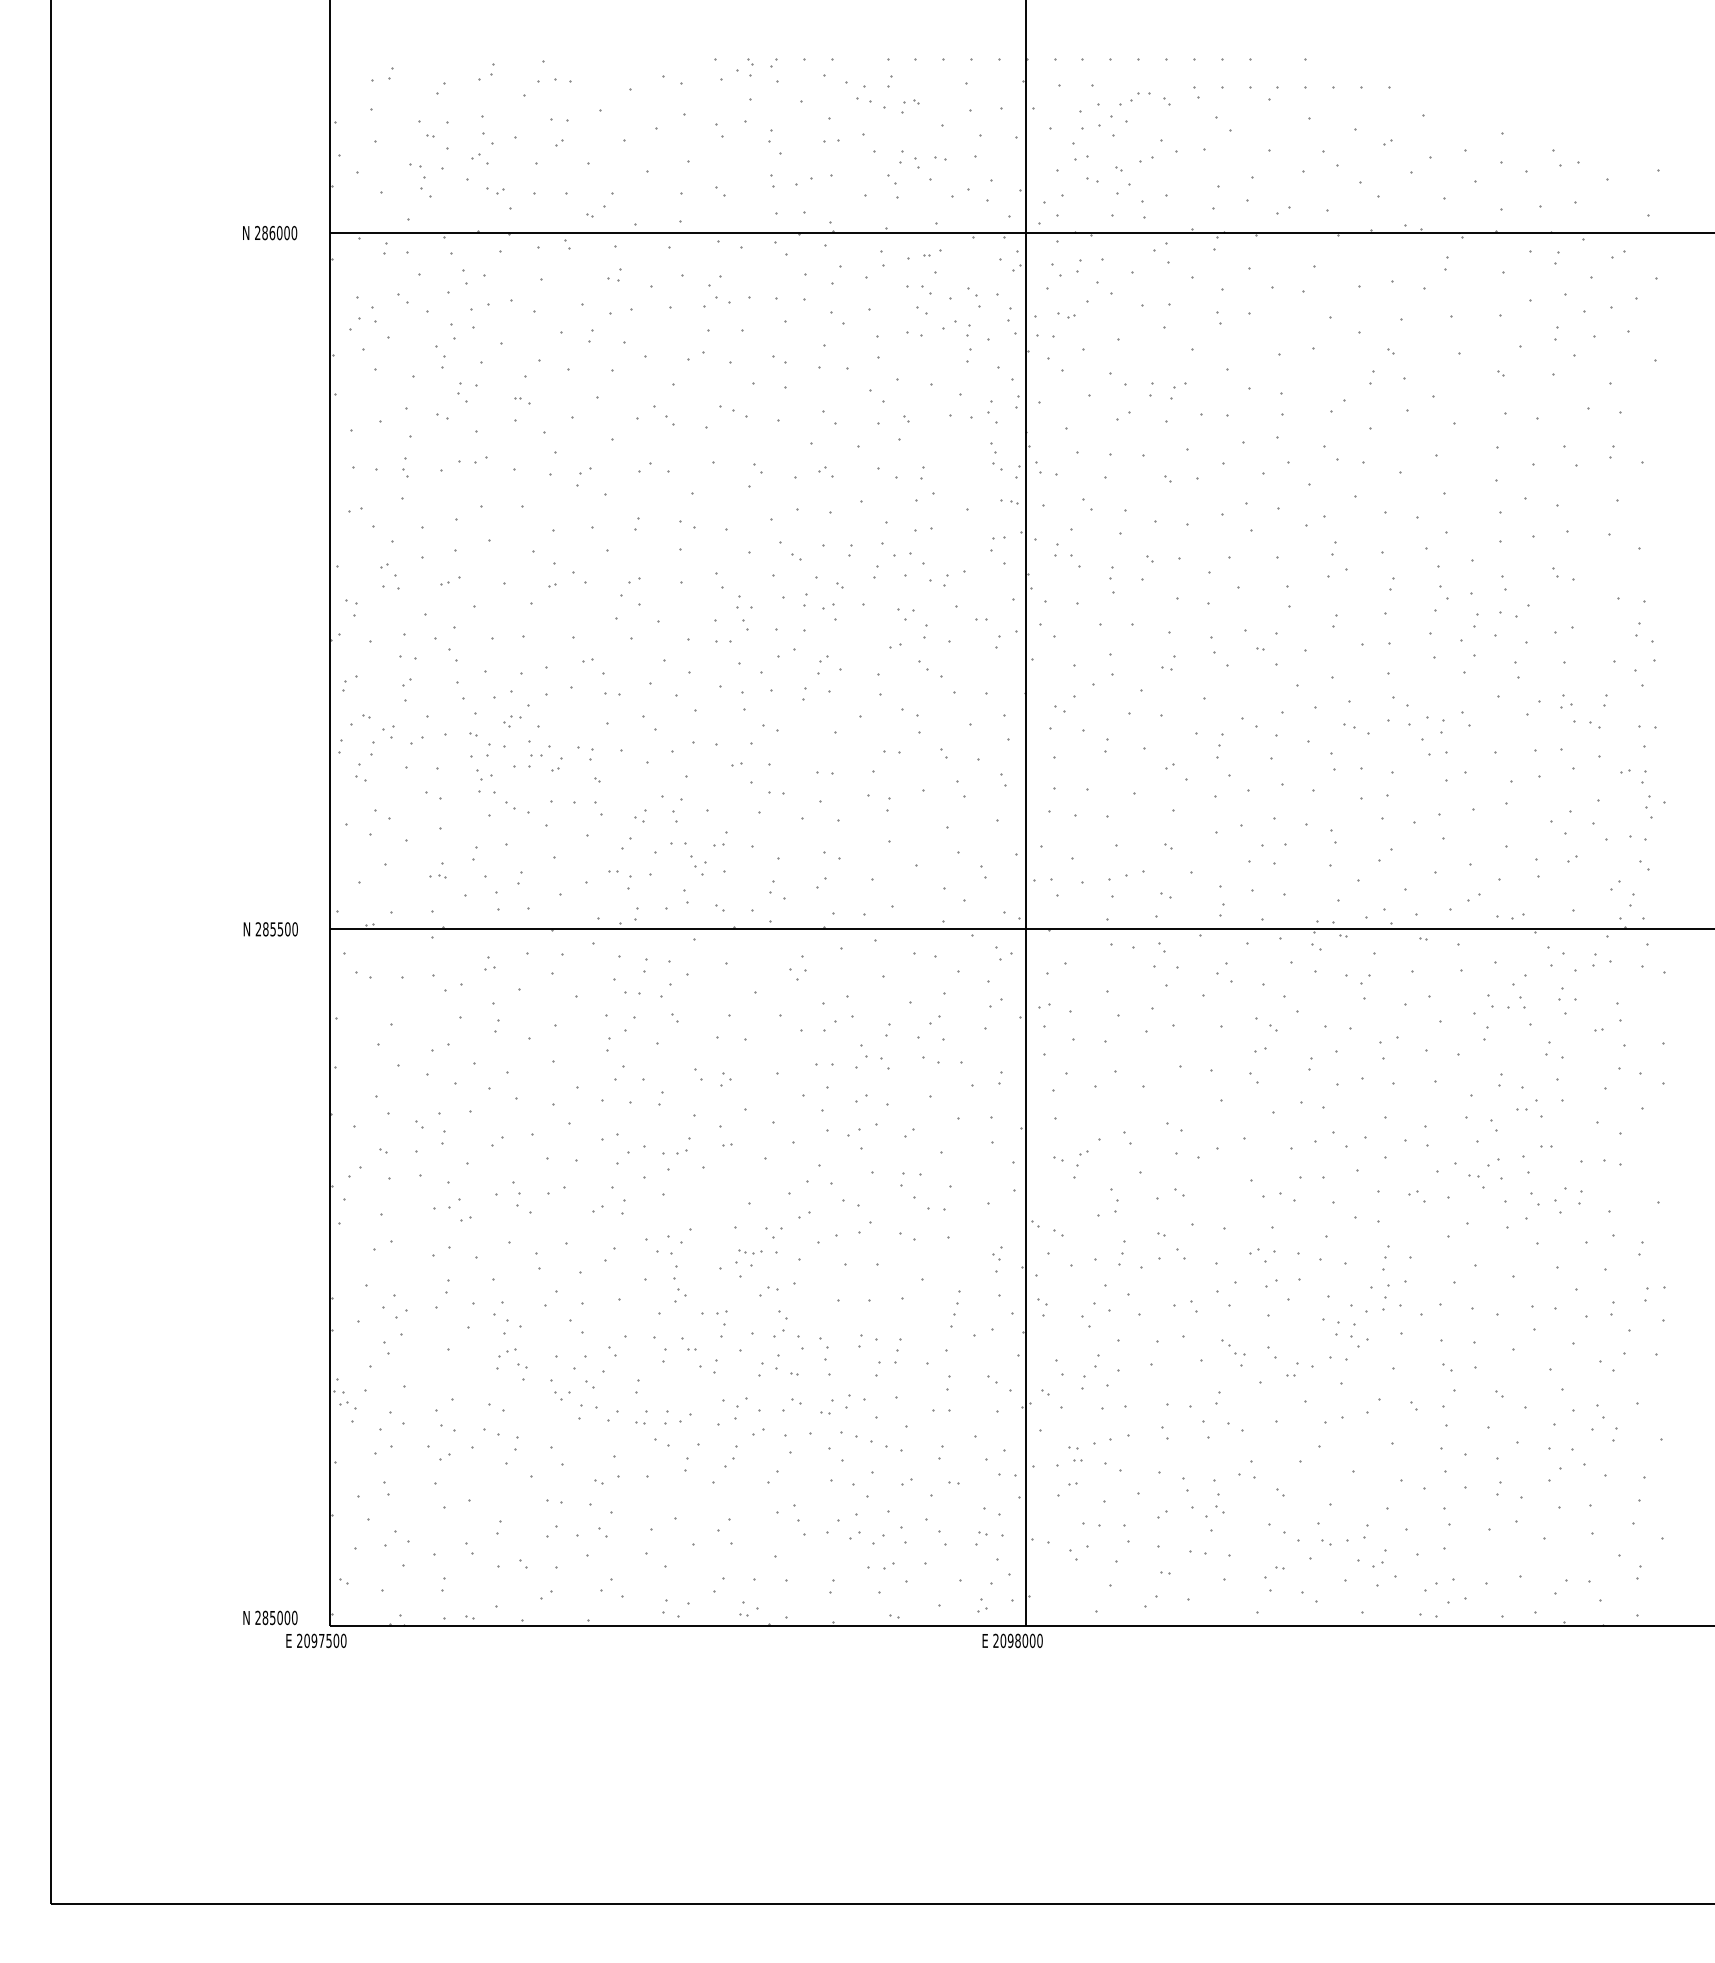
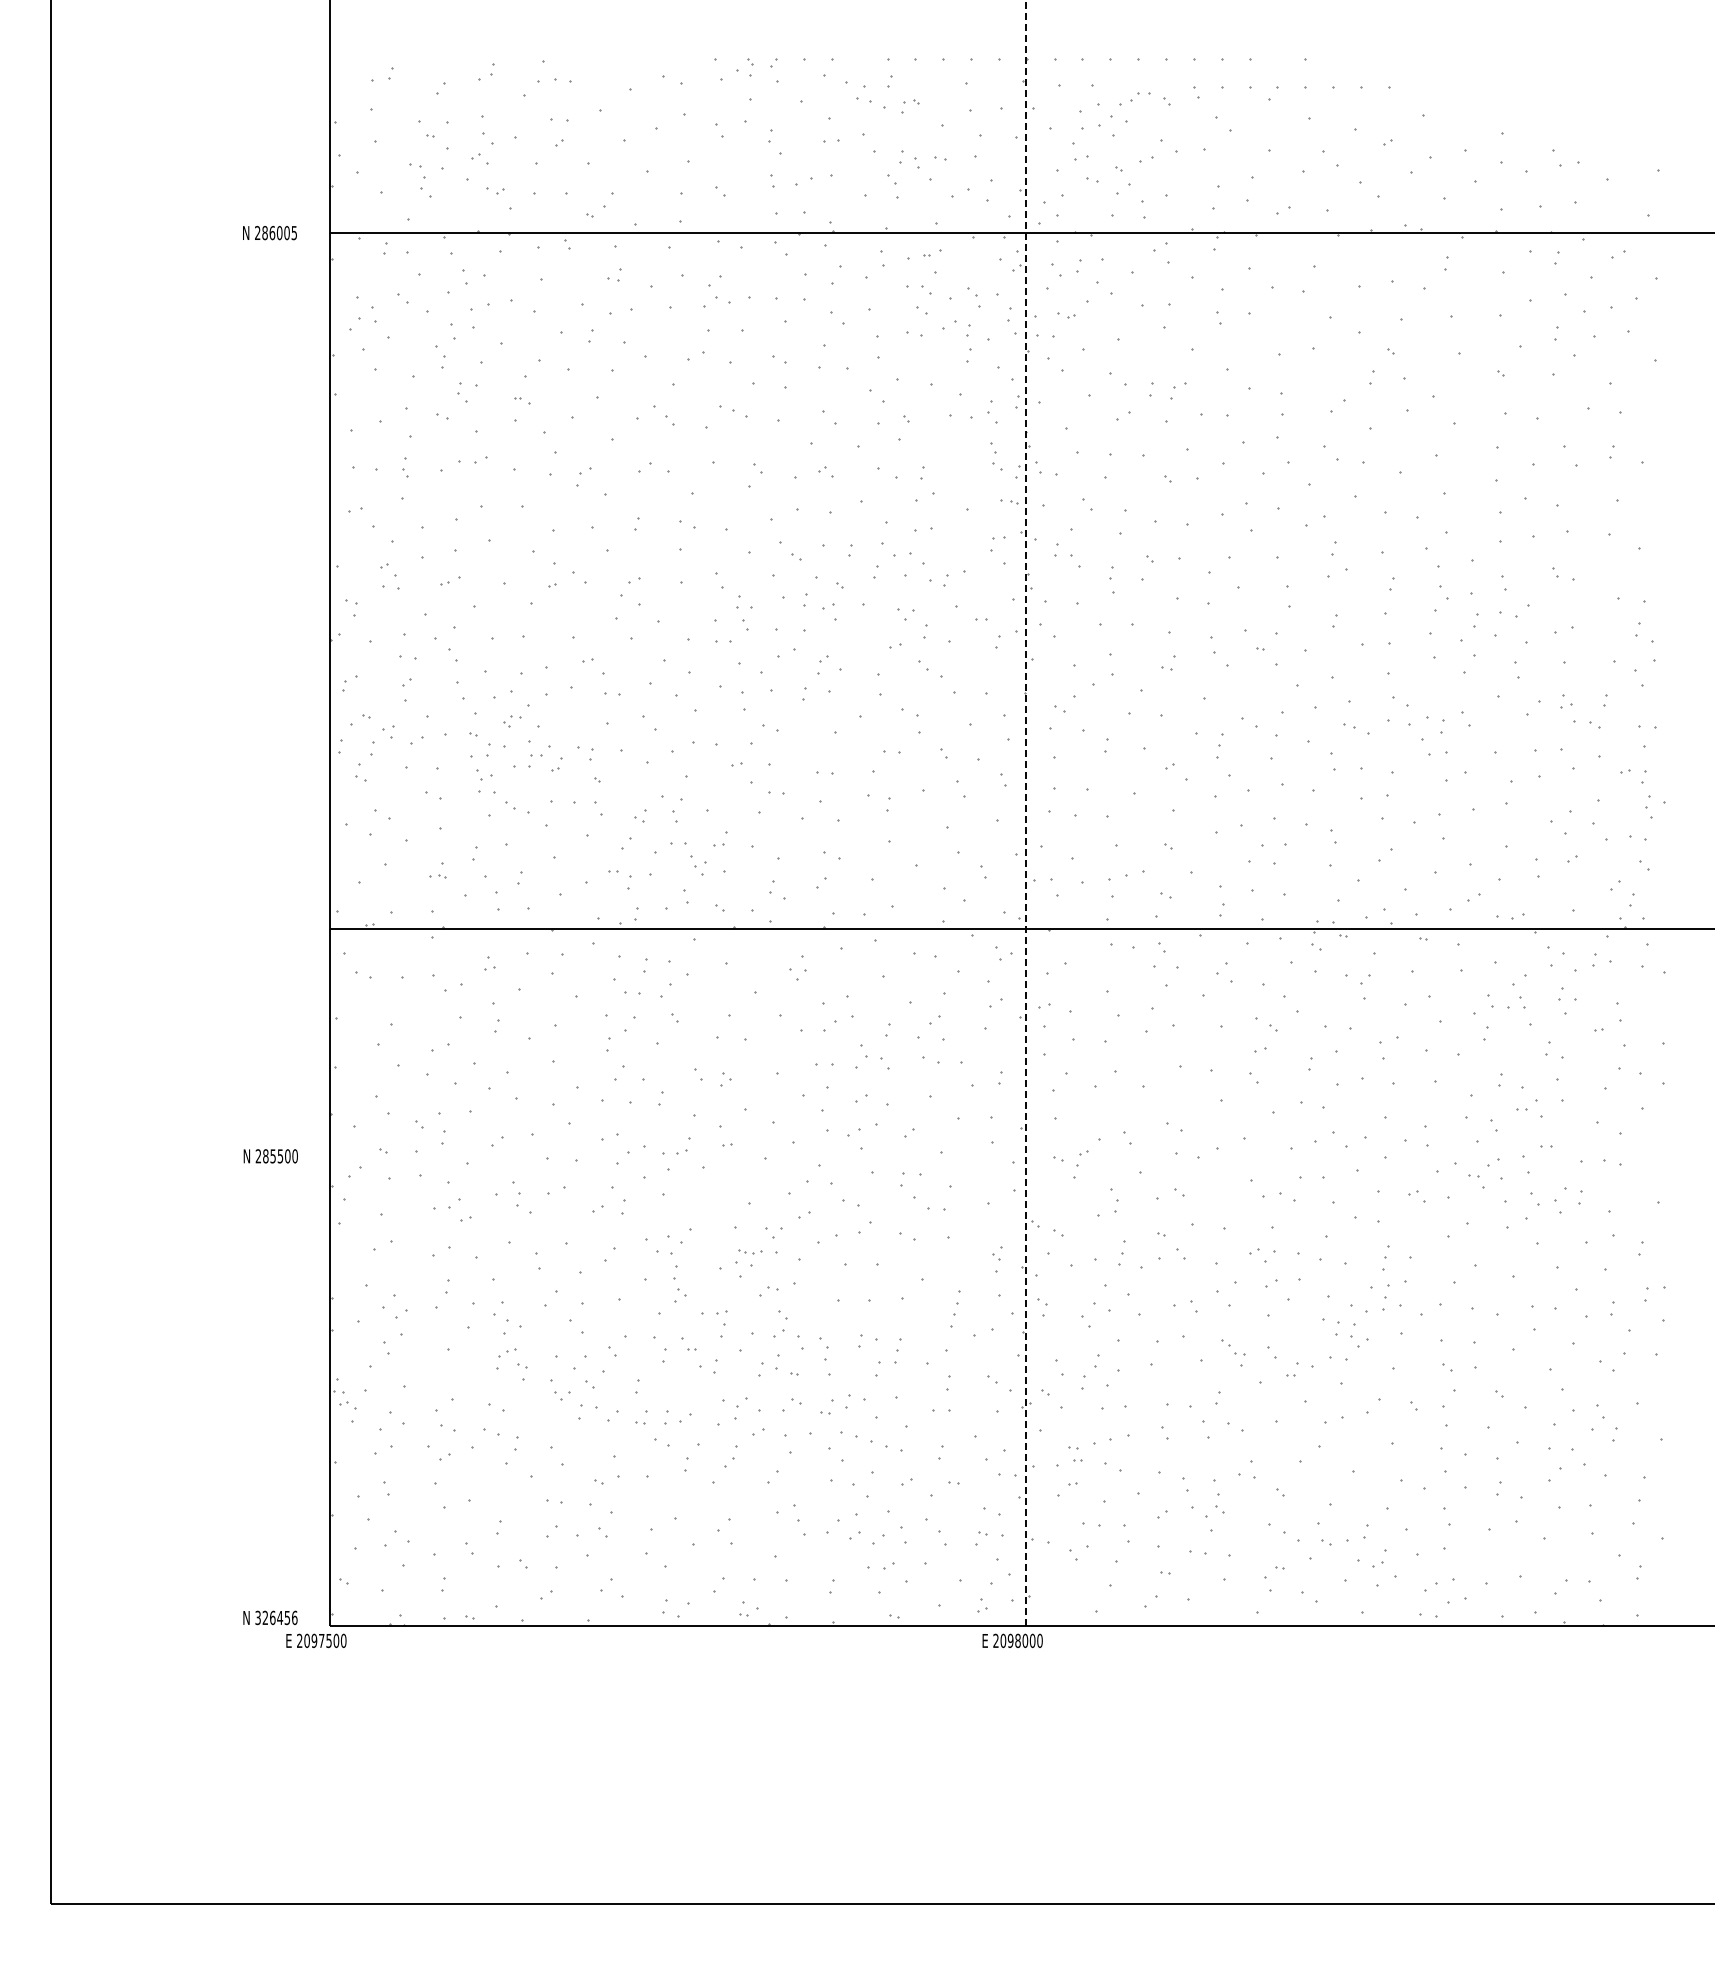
text at (294, 233): 286000 -> 286005
line at (1026, 812): solid -> dashed
text at (270, 929) position: (270, 929) -> (270, 1156)
text at (276, 1617): 285000 -> 326456
